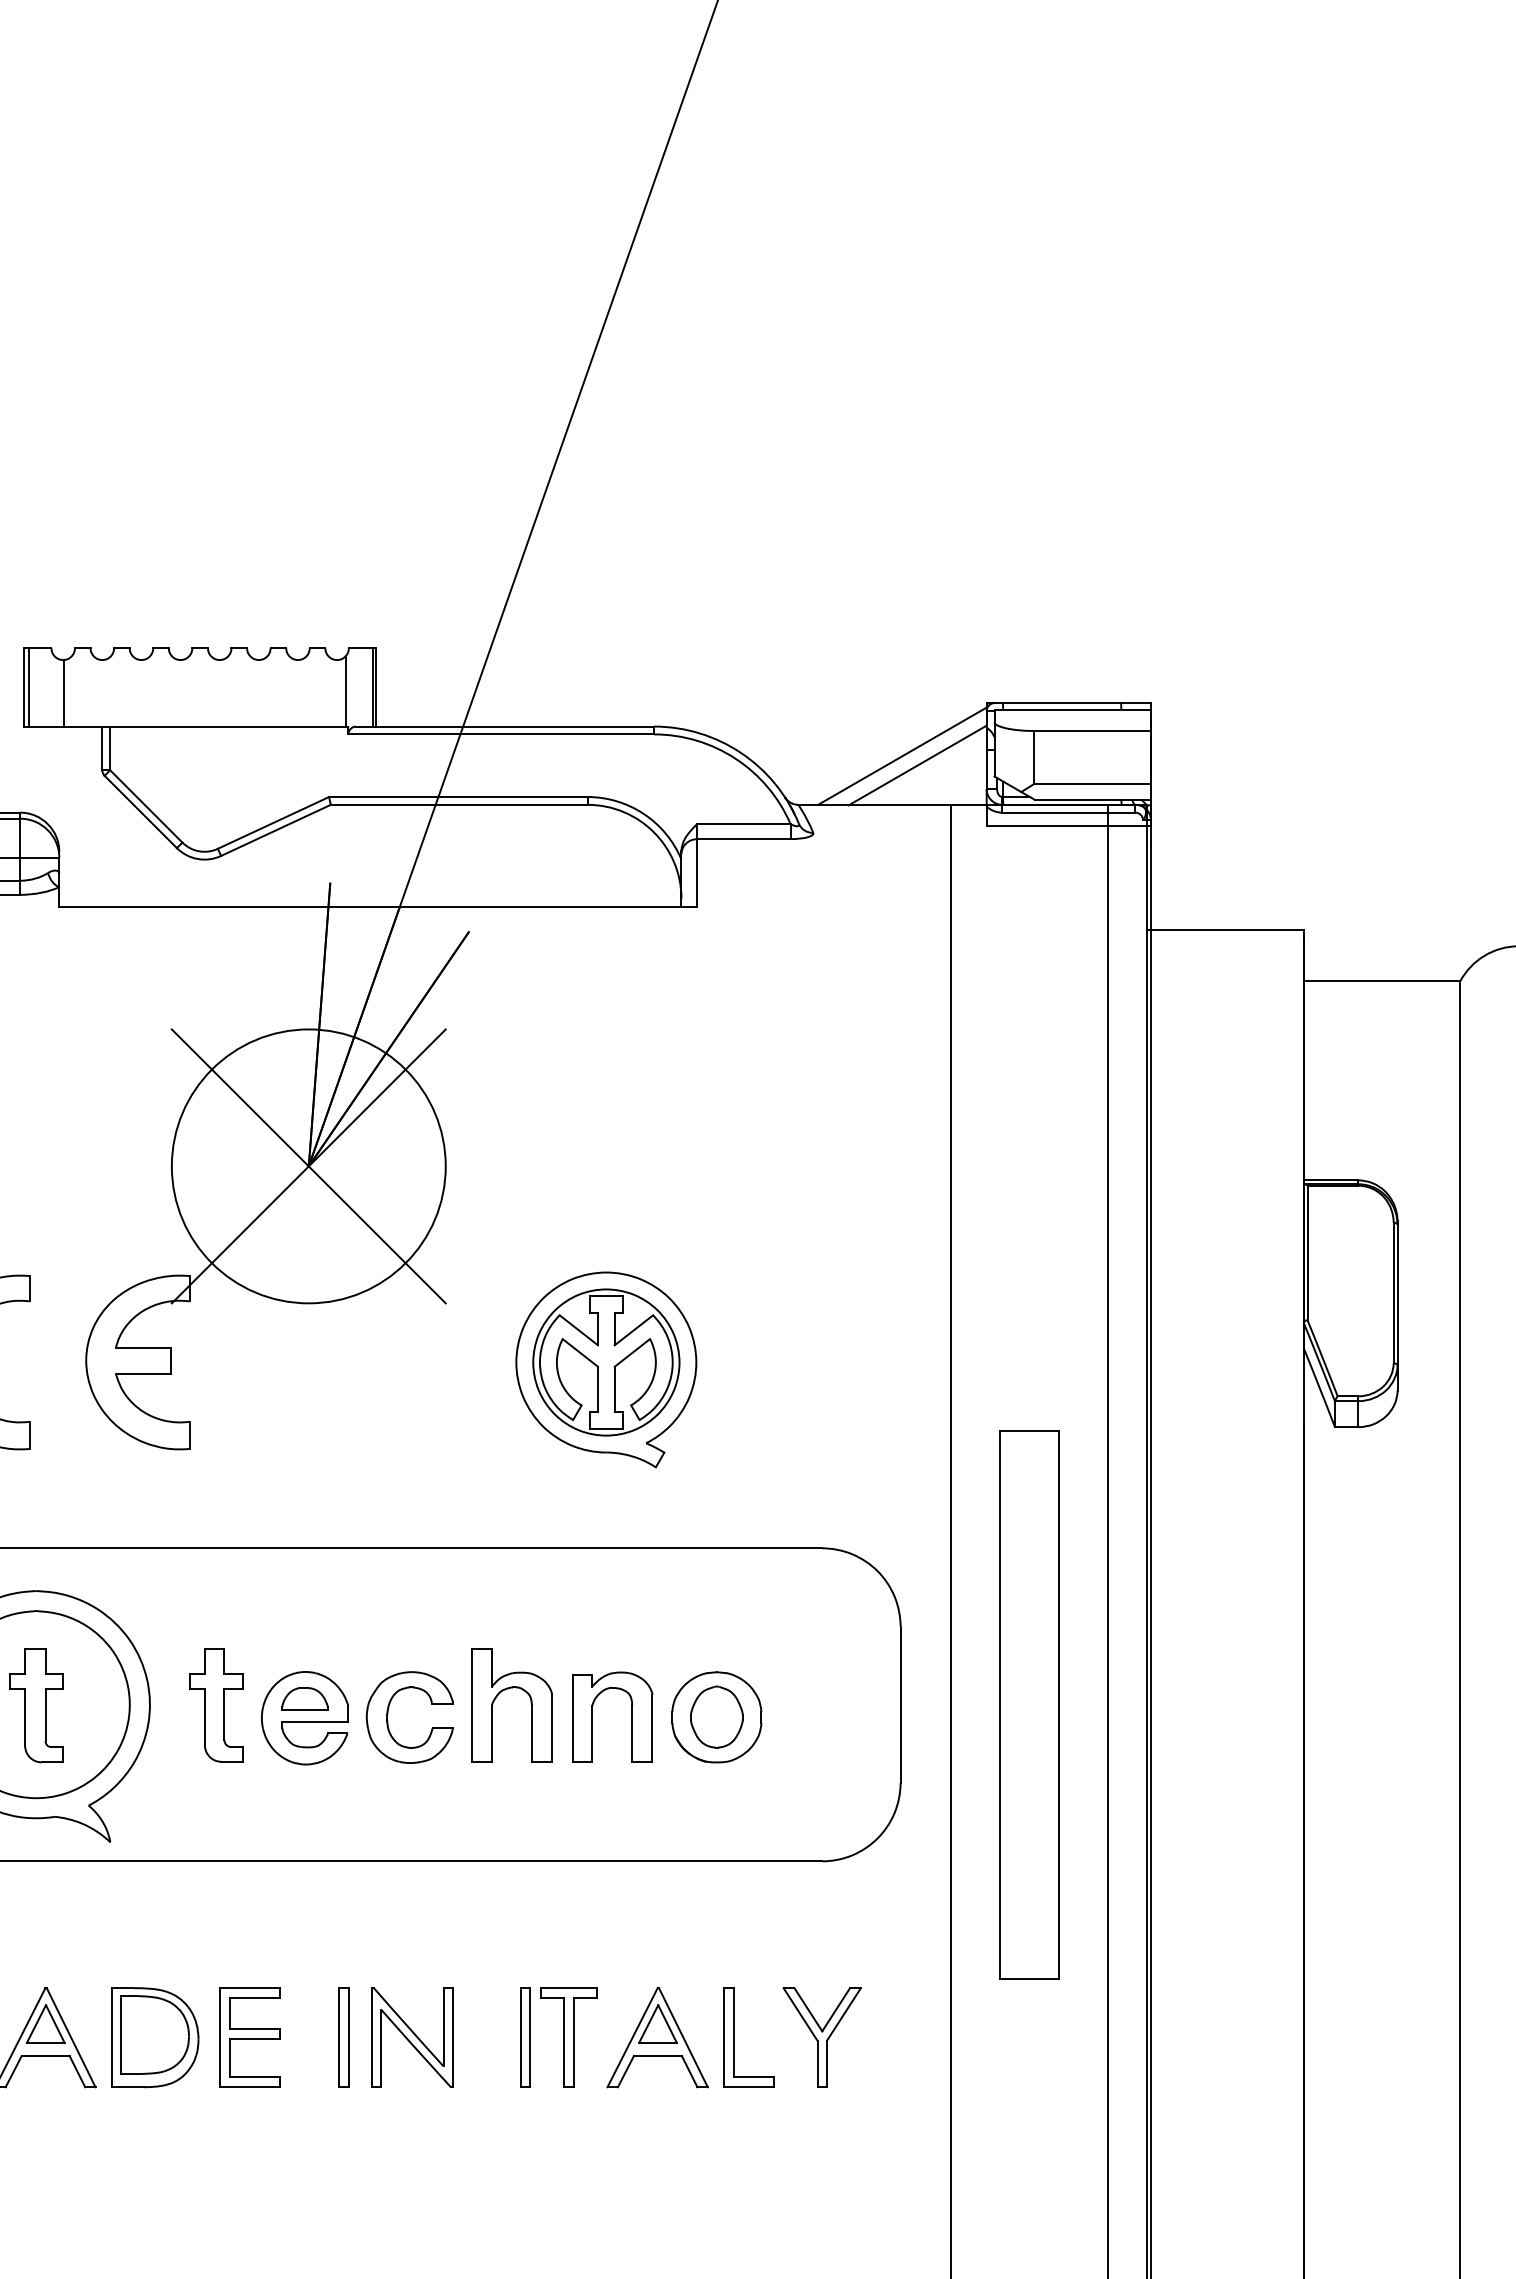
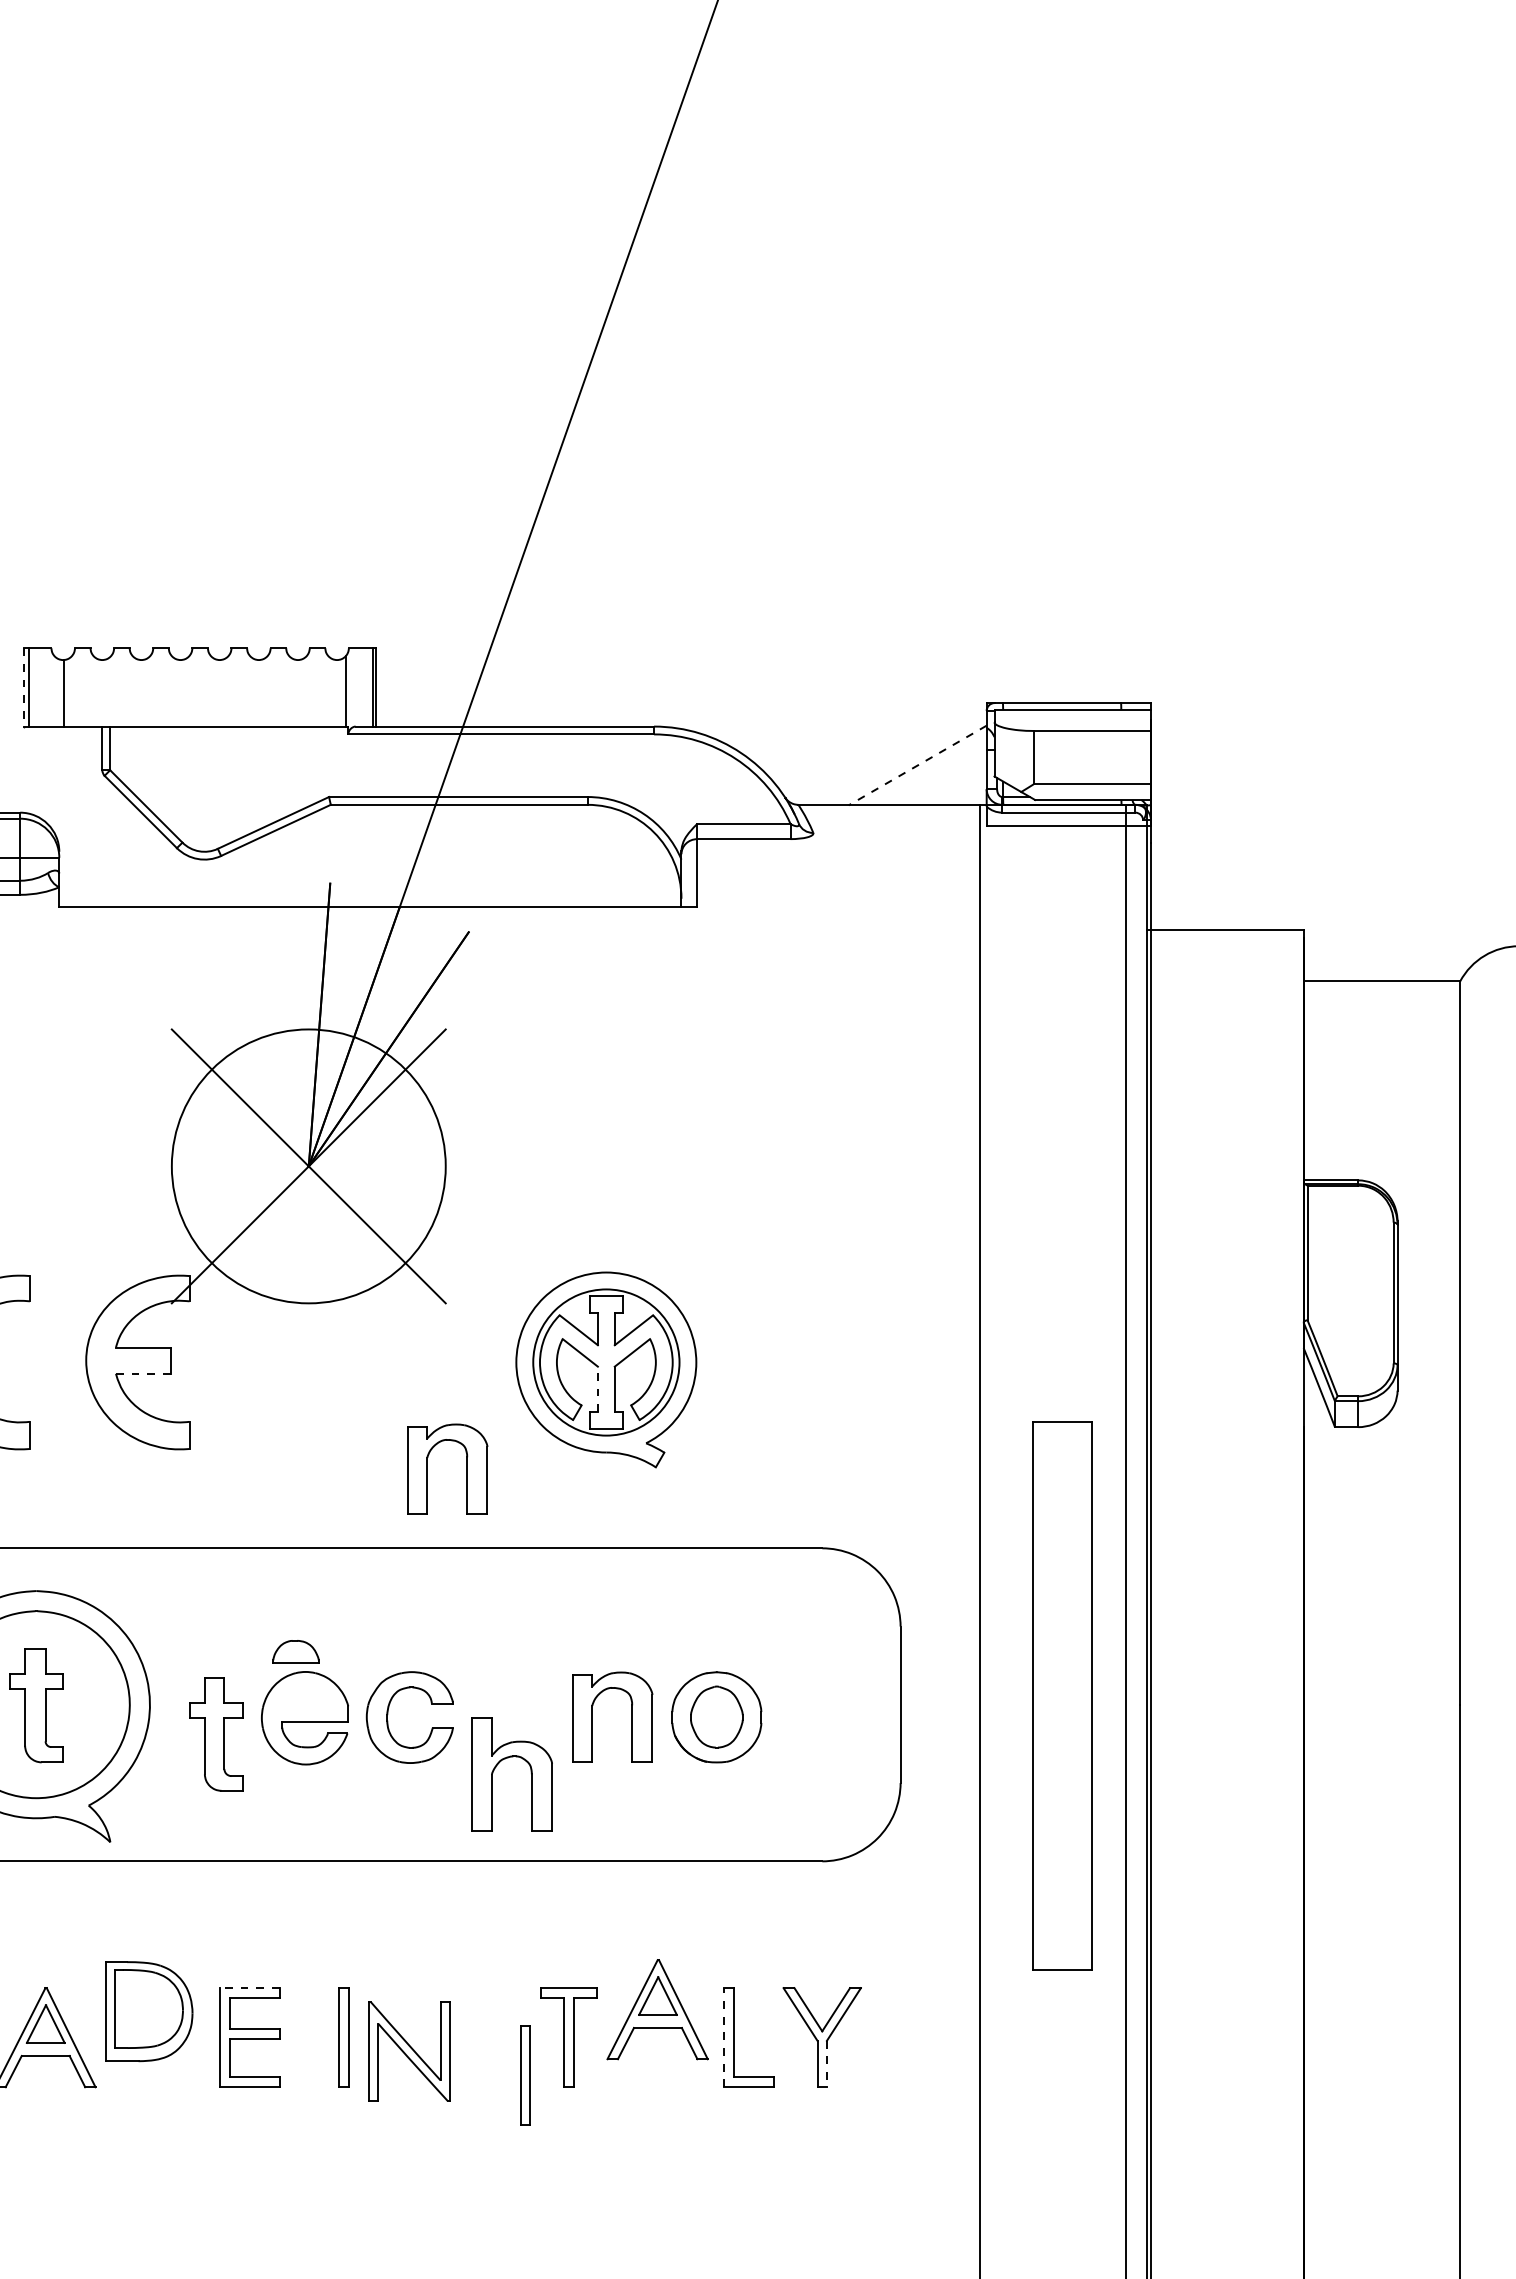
line at (24, 687): solid -> dashed
line at (902, 755): present -> none
line at (917, 765): solid -> dashed
line at (143, 1373): solid -> dashed
line at (597, 1389): solid -> dashed
part at (466, 1468): none -> present
line at (951, 1539) position: (951, 1539) -> (980, 1539)
line at (1108, 1539) position: (1108, 1539) -> (1126, 1539)
part at (503, 1691) position: (503, 1691) -> (503, 1760)
part at (304, 1698) position: (304, 1698) -> (295, 1651)
part at (1029, 1704) position: (1029, 1704) -> (1062, 1695)
part at (216, 1705) position: (216, 1705) -> (216, 1734)
line at (249, 1988): solid -> dashed
part at (155, 2037) position: (155, 2037) -> (149, 2011)
part at (412, 2037) position: (412, 2037) -> (409, 2051)
part at (525, 2037) position: (525, 2037) -> (525, 2075)
part at (657, 2037) position: (657, 2037) -> (657, 2009)
line at (724, 2037): solid -> dashed
line at (826, 2064): solid -> dashed
